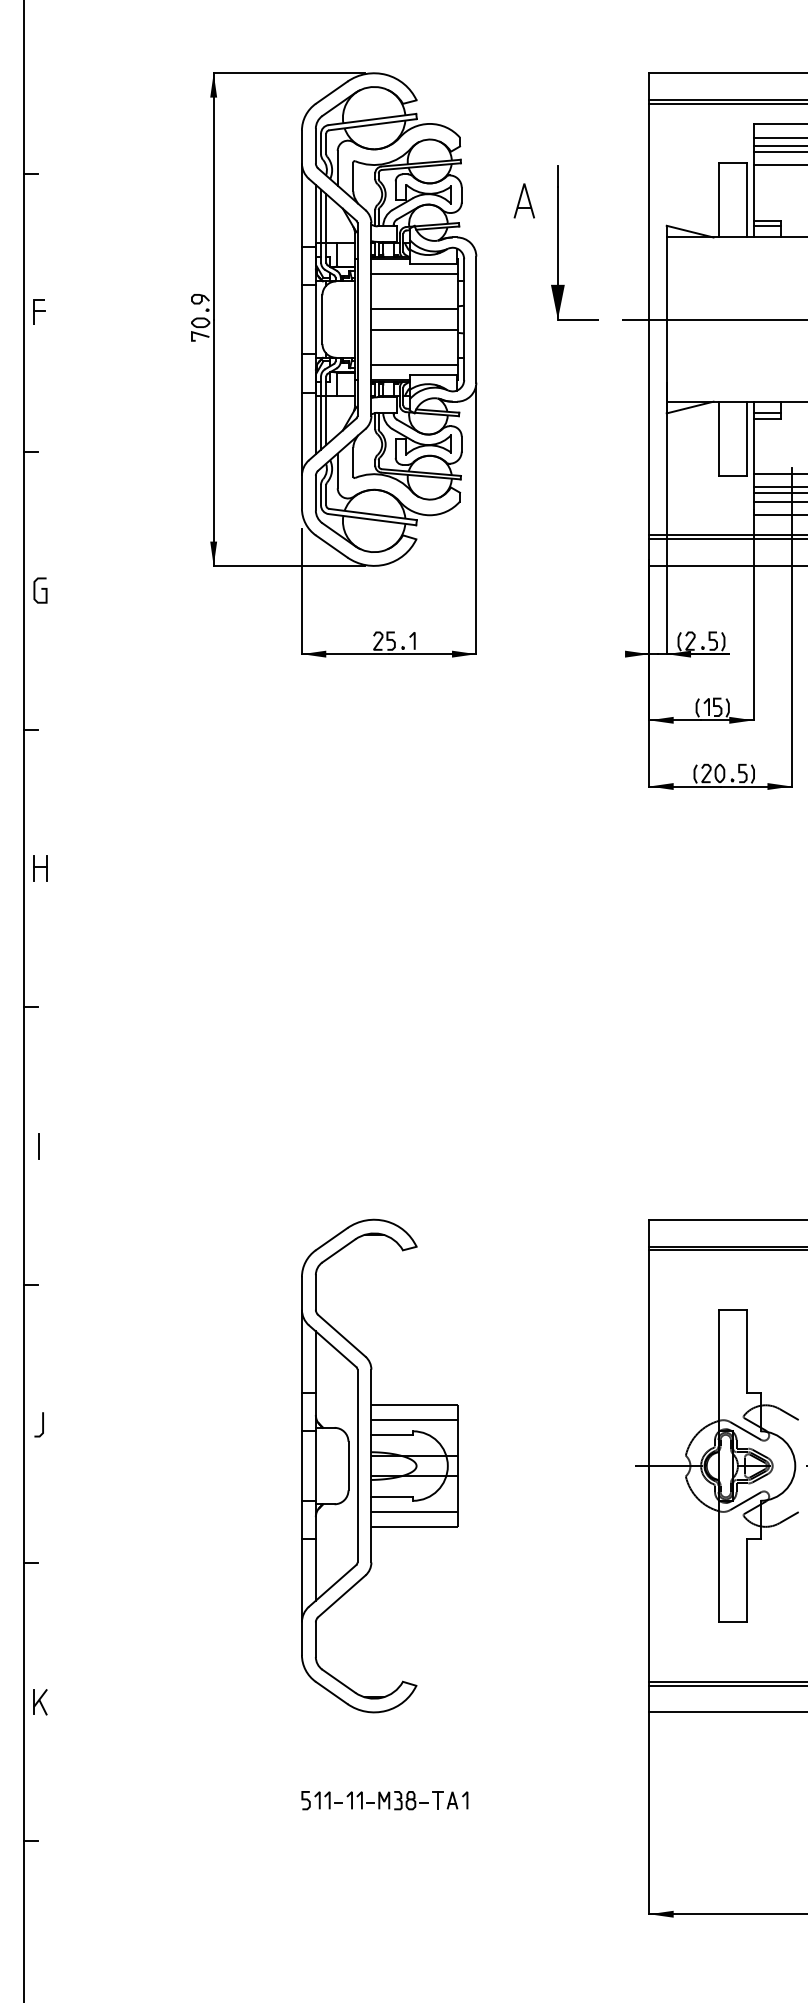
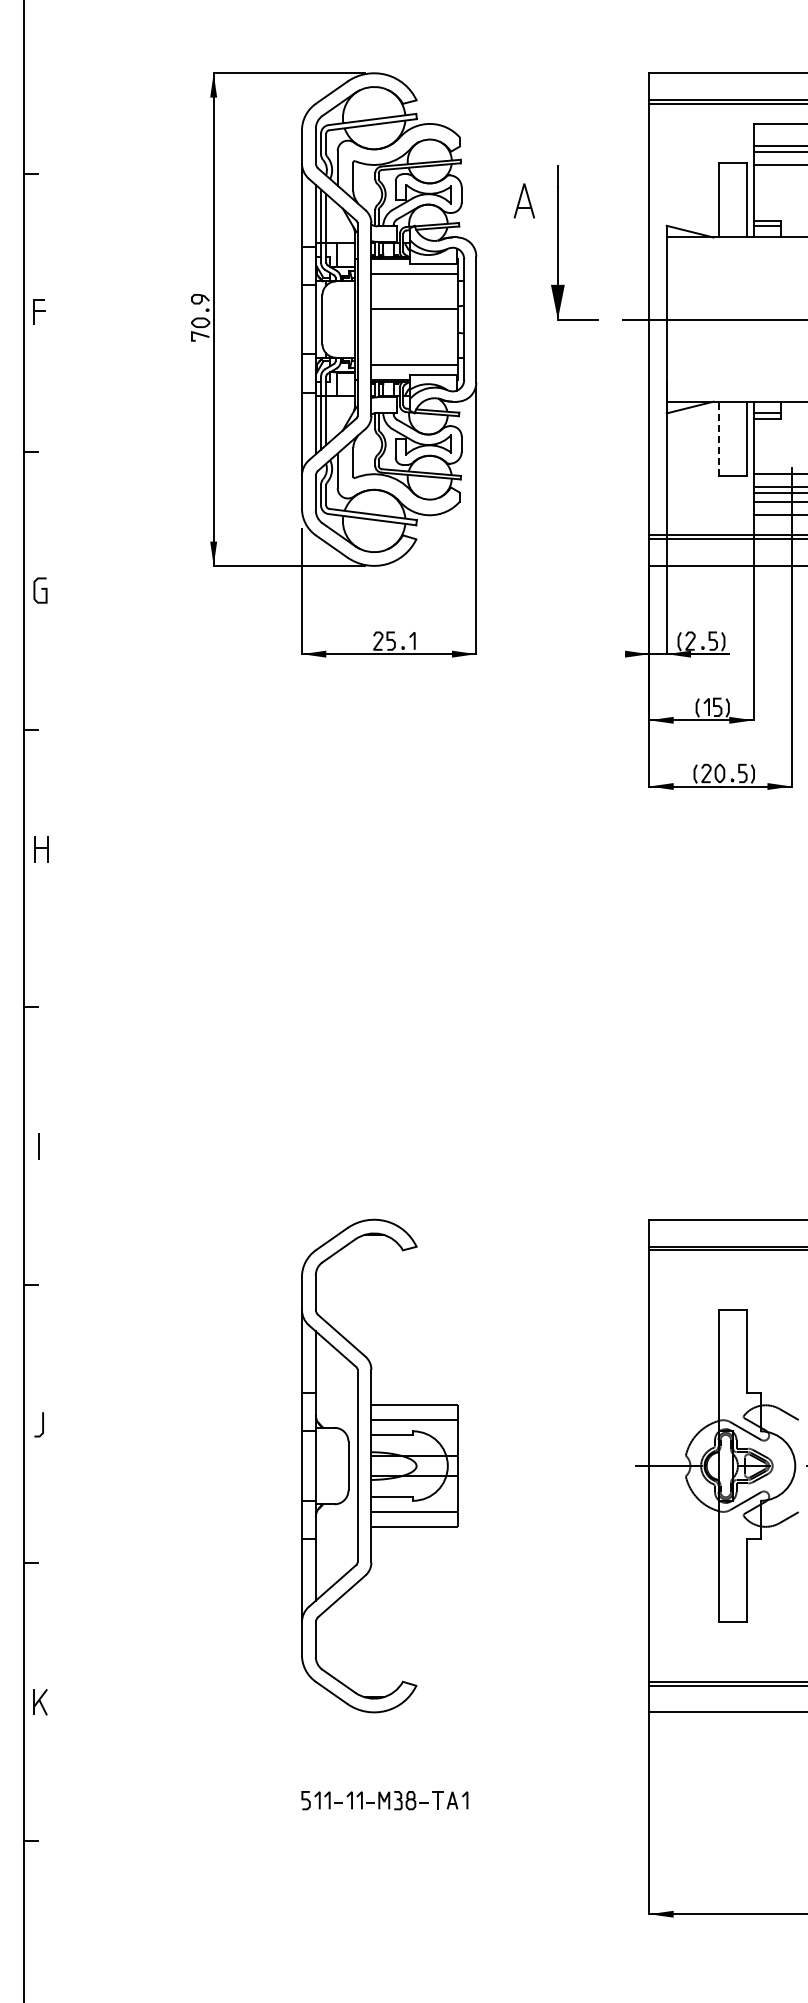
line at (778, 137): present -> none
line at (414, 329): present -> none
line at (718, 438): solid -> dashed
part at (40, 868) position: (40, 868) -> (41, 849)
